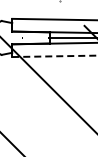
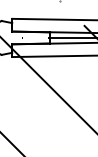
line at (55, 56): dashed -> solid
